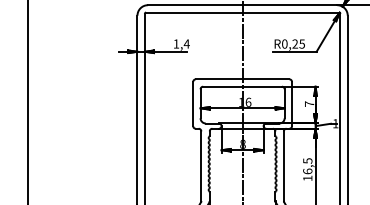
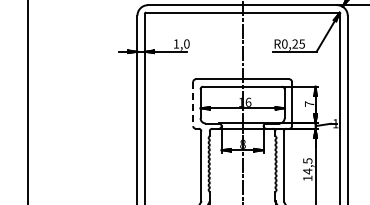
text at (186, 43): 1,4 -> 1,0
line at (193, 104): solid -> dashed
text at (307, 171): 16,5 -> 14,5
